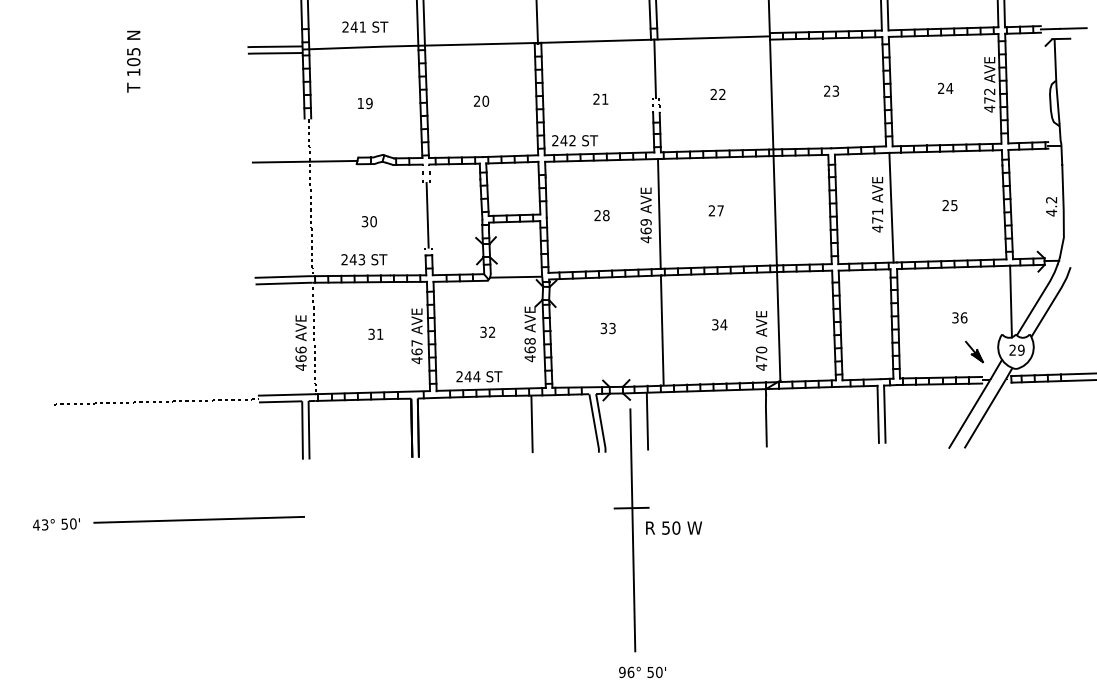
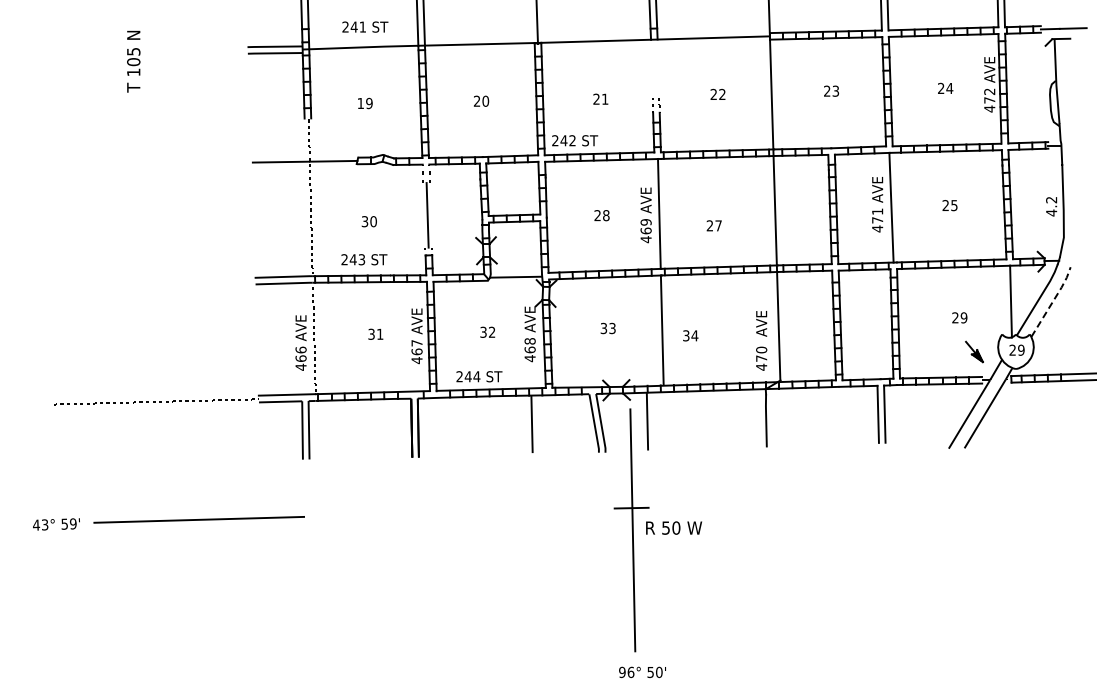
line at (655, 68): present -> none
text at (715, 210) position: (715, 210) -> (713, 225)
line at (1053, 301): solid -> dashed
text at (959, 317): 36 -> 29
text at (719, 324) position: (719, 324) -> (690, 335)
text at (73, 523): 50' -> 59'
